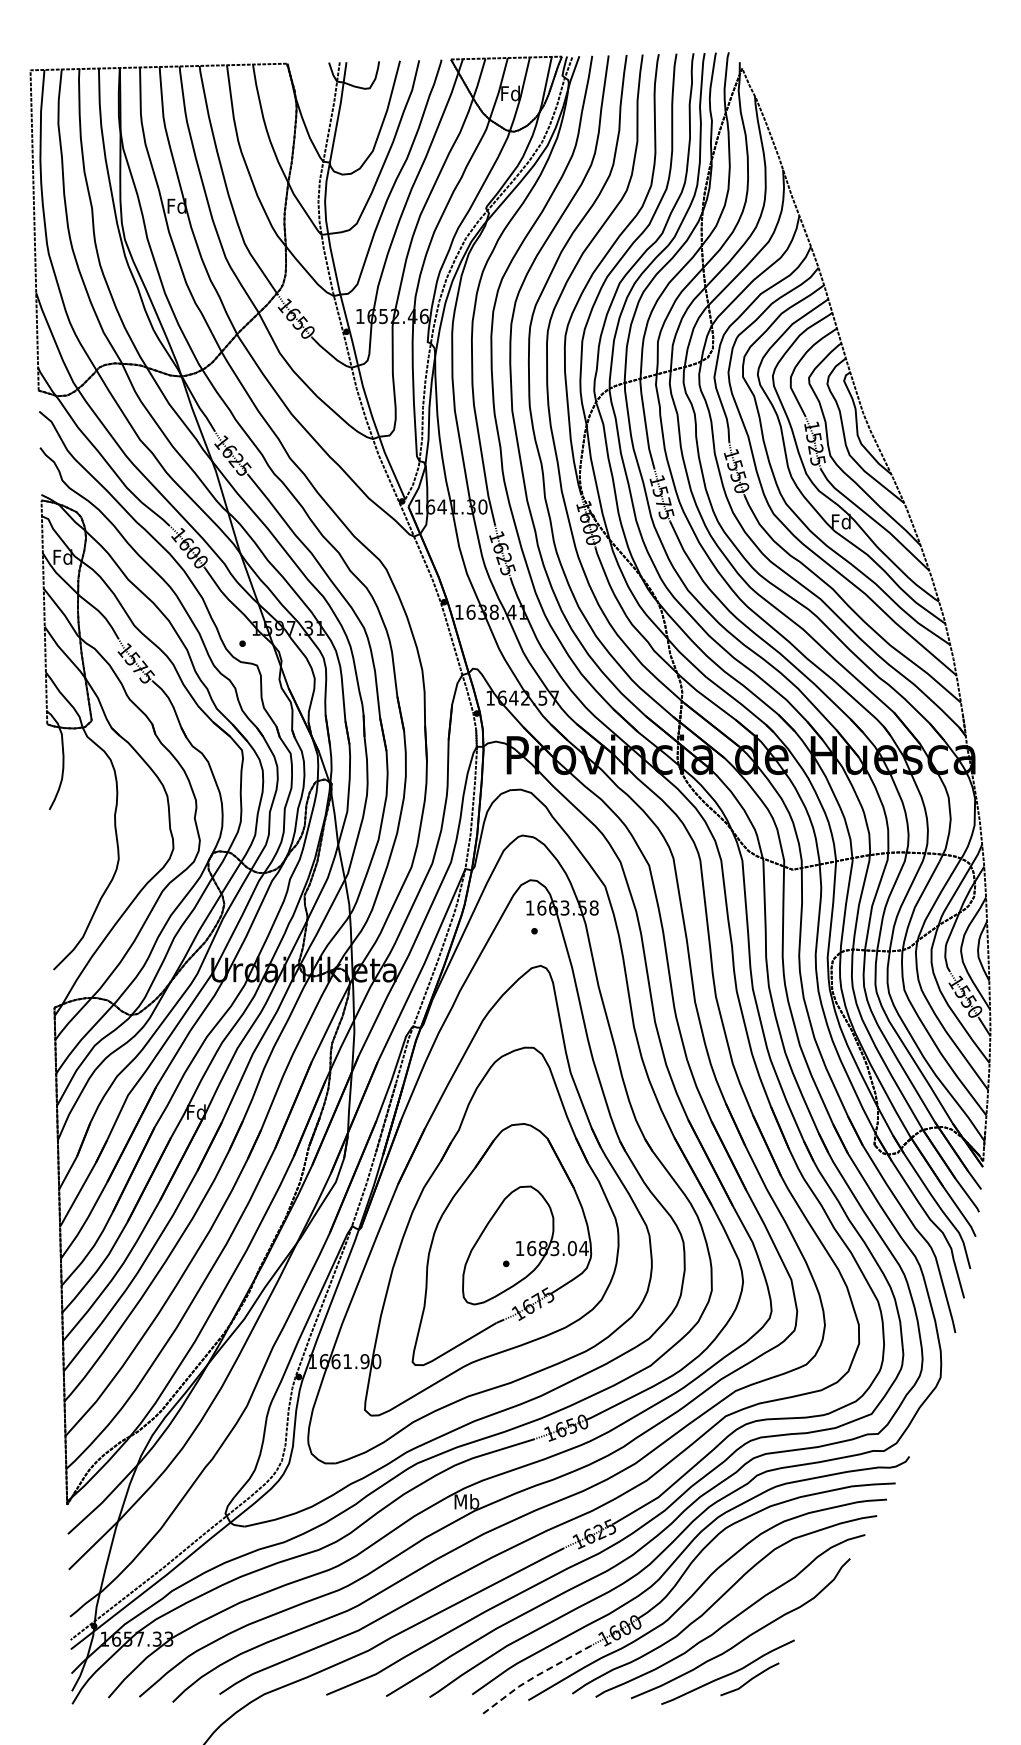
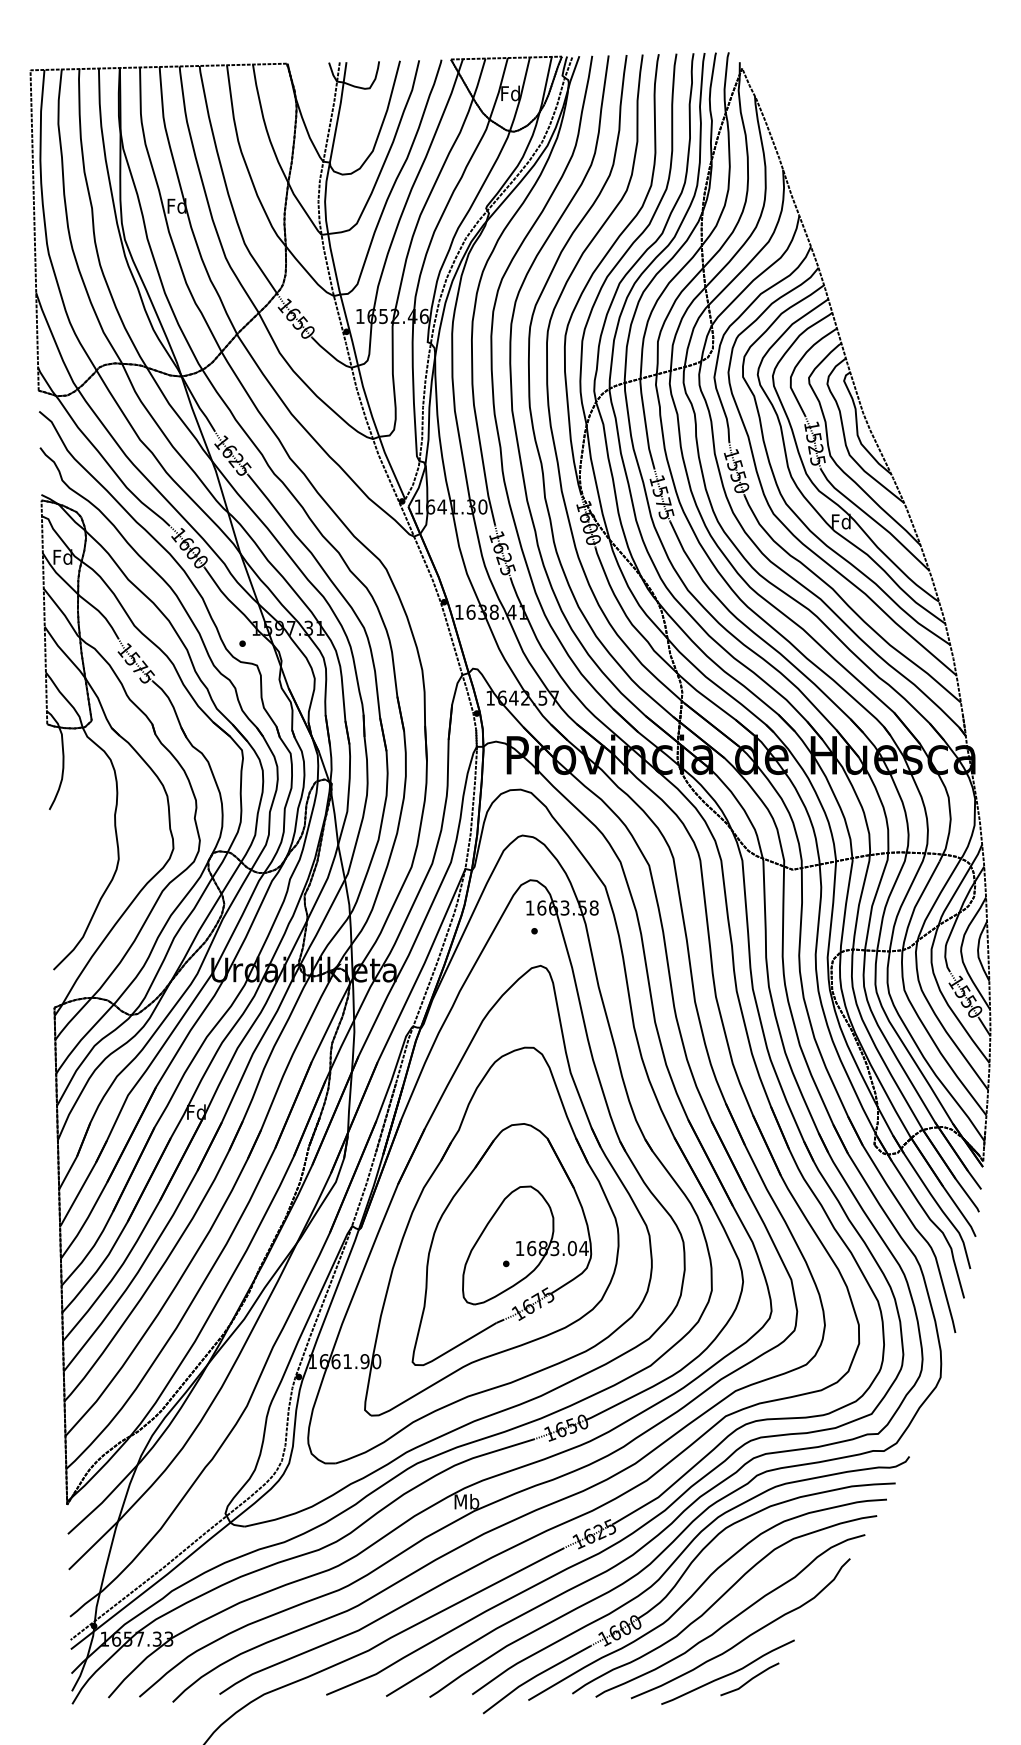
line at (535, 1676): dashed -> solid
